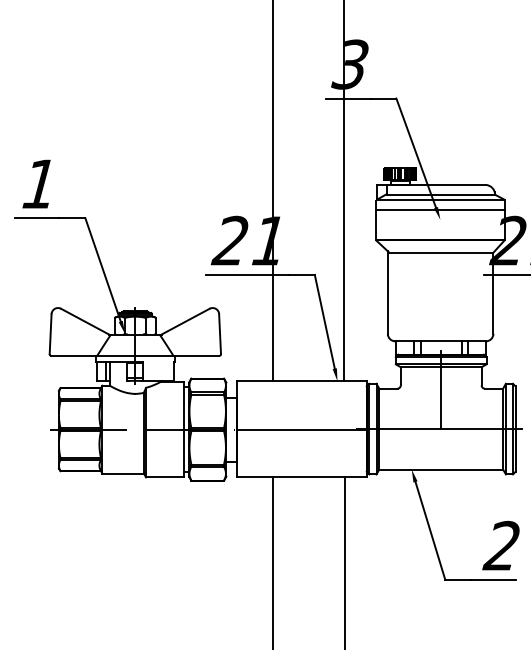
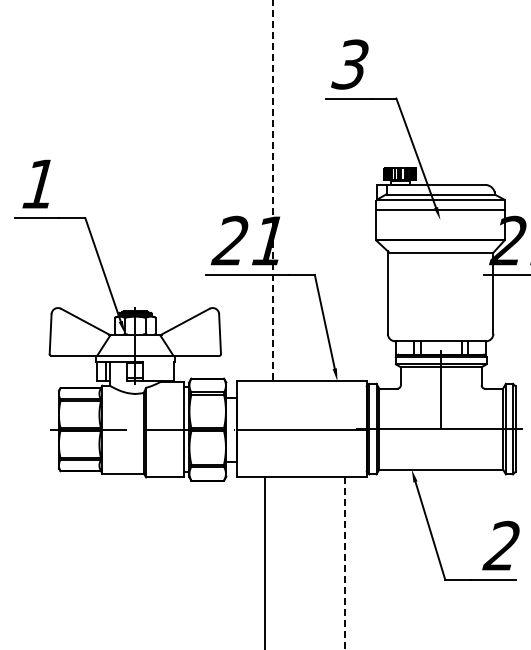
line at (272, 191): solid -> dashed
line at (344, 191): present -> none
line at (272, 561) position: (272, 561) -> (264, 561)
line at (344, 563): solid -> dashed
